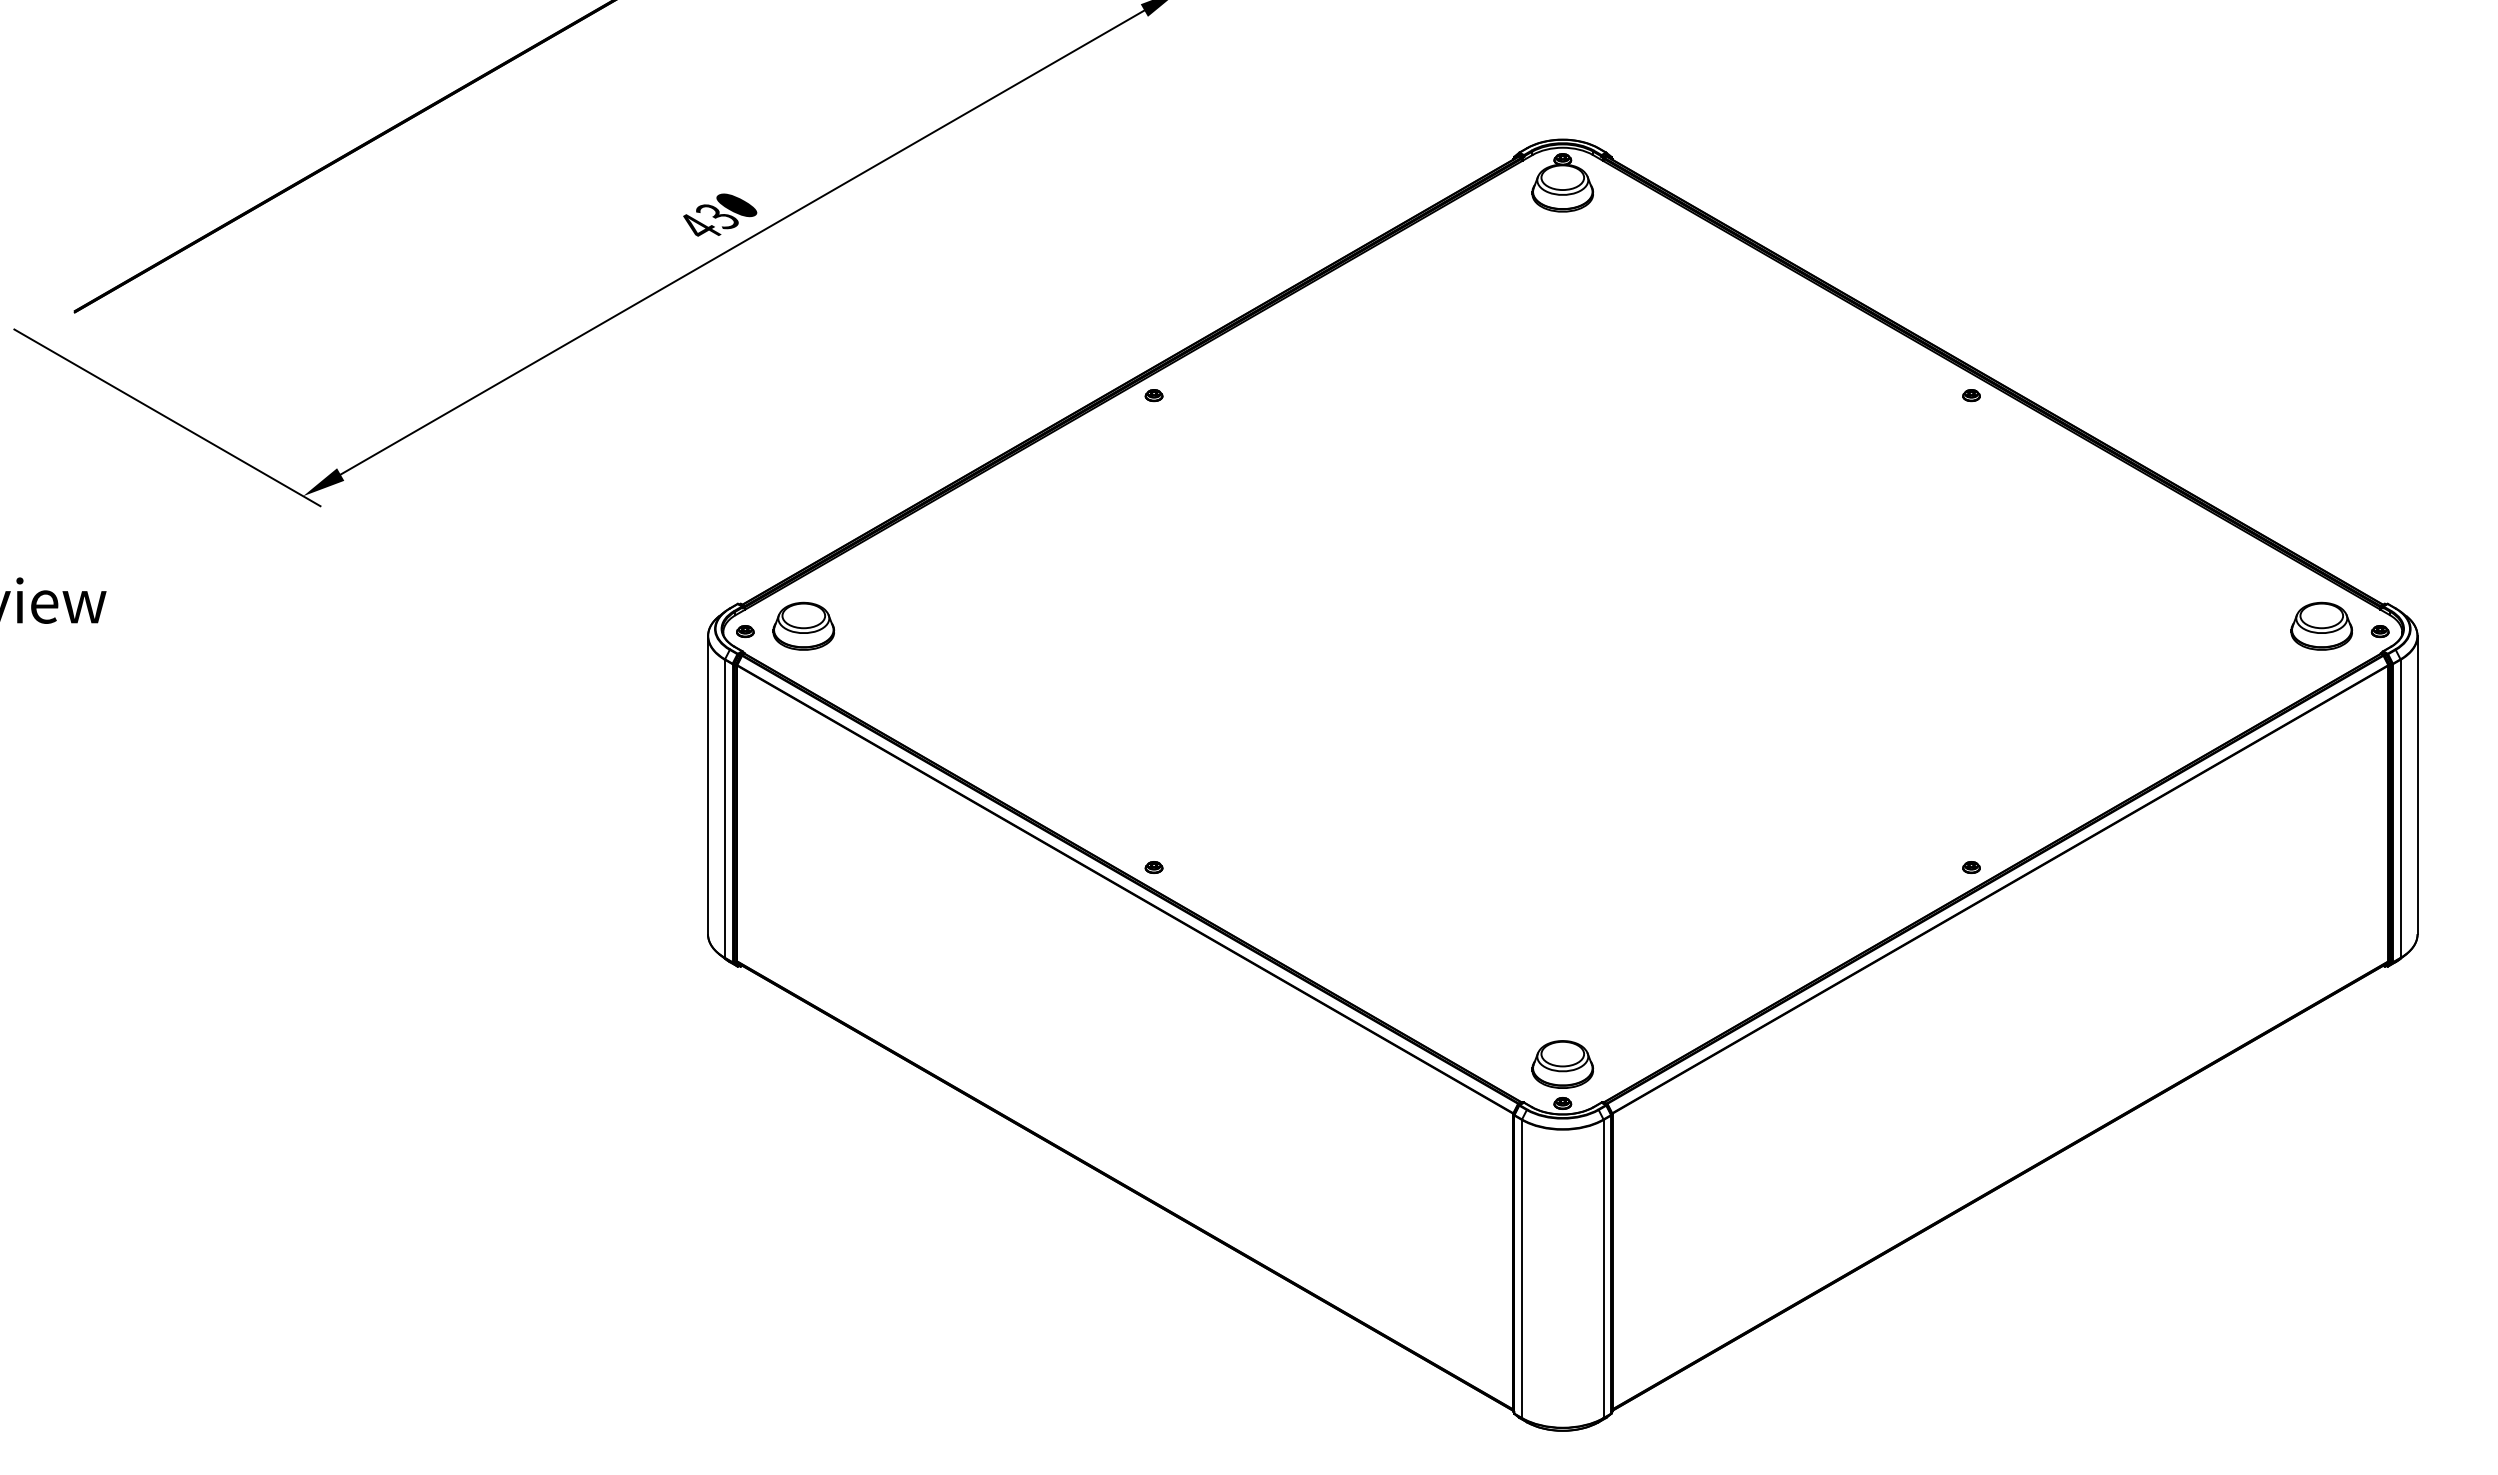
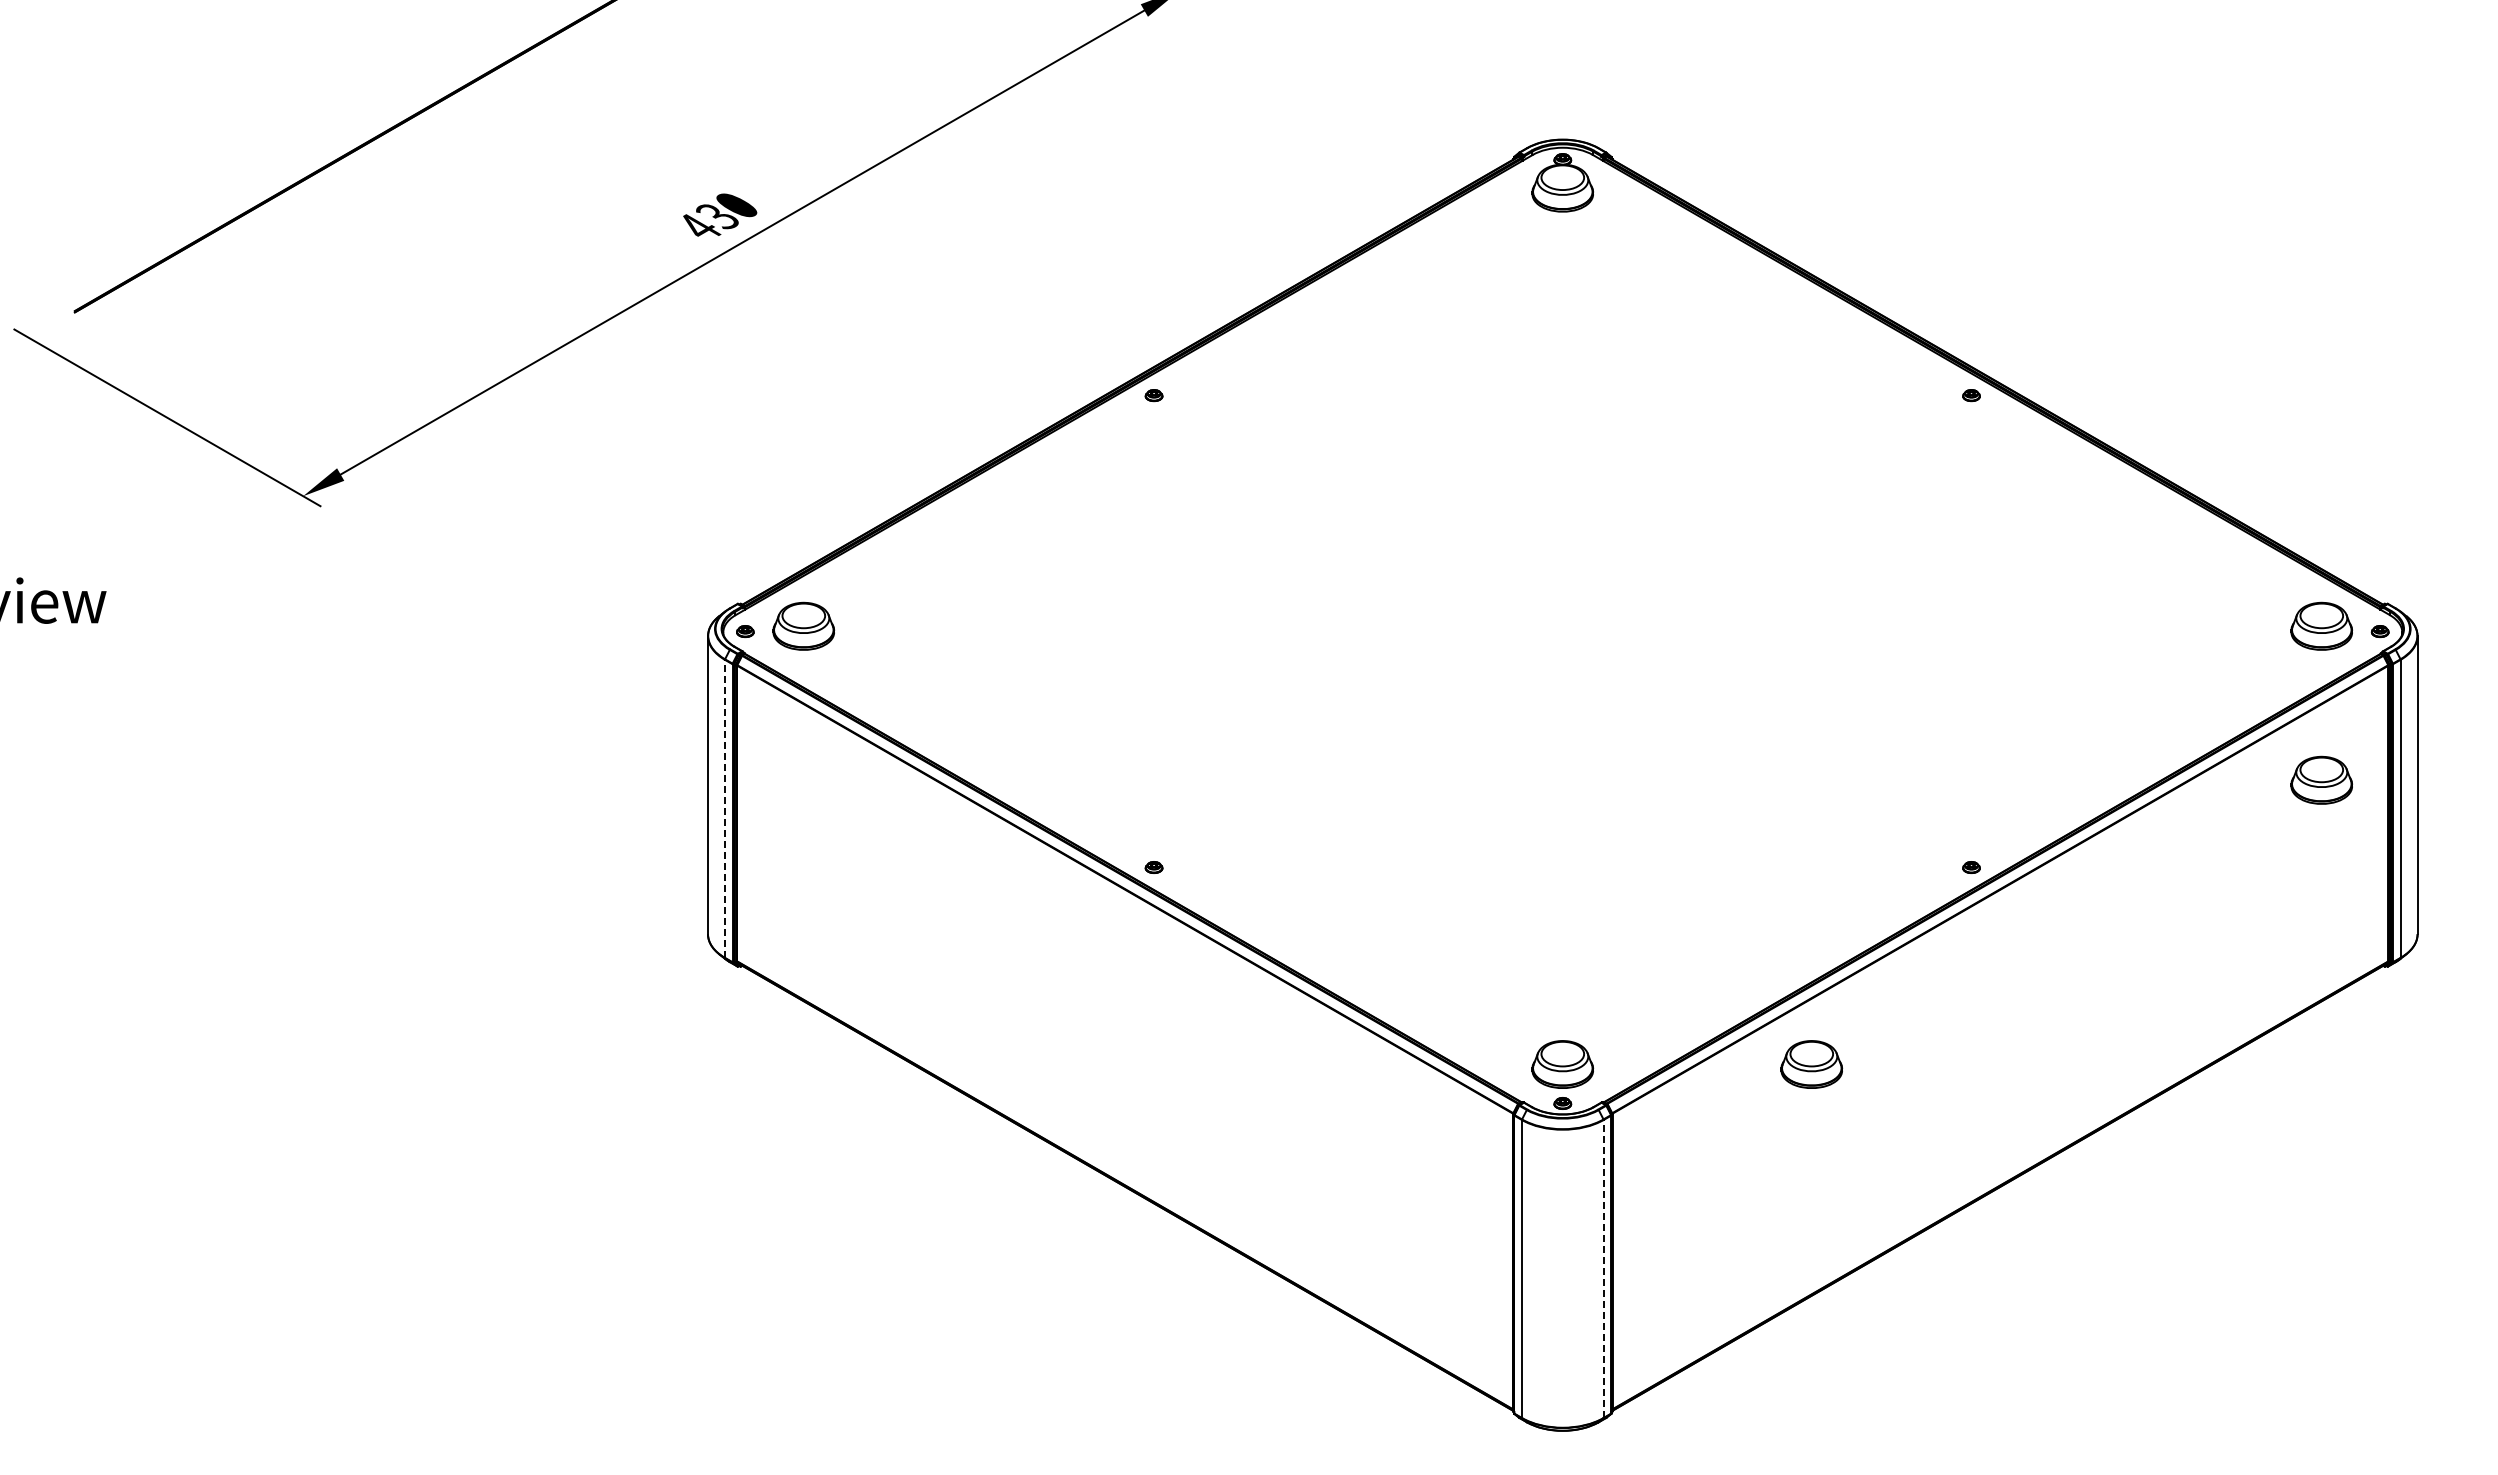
part at (2321, 779): none -> present
line at (724, 808): solid -> dashed
part at (1811, 1064): none -> present
line at (1603, 1268): solid -> dashed
